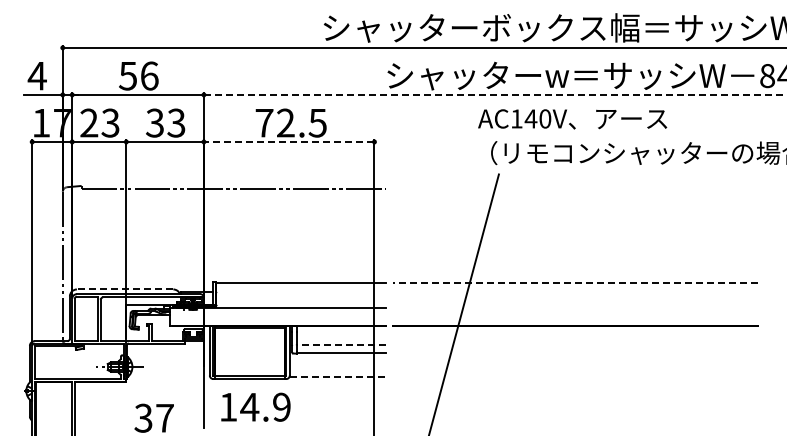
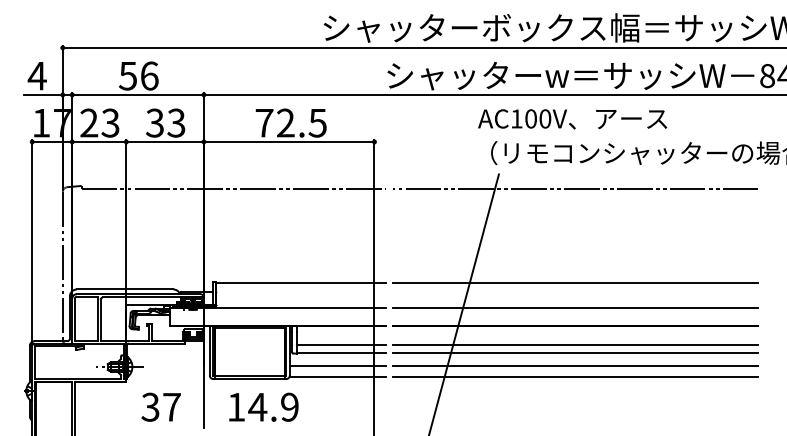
line at (495, 94): dashed -> solid
text at (530, 118): AC140V -> AC100V
line at (288, 141): dashed -> solid
line at (575, 189): none -> present
line at (575, 282): dashed -> solid
line at (124, 289): dashed -> solid
line at (575, 307): none -> present
line at (340, 344): dashed -> solid
line at (575, 344): none -> present
line at (575, 353): none -> present
line at (337, 366): none -> present
line at (575, 366): none -> present
line at (337, 376): dashed -> solid
line at (575, 376): none -> present
text at (255, 406) position: (255, 406) -> (263, 406)
text at (153, 417) position: (153, 417) -> (160, 406)
